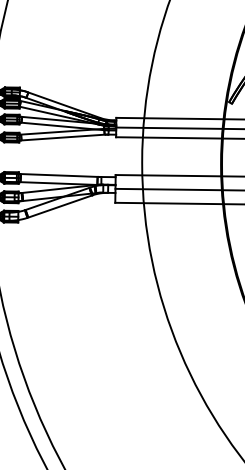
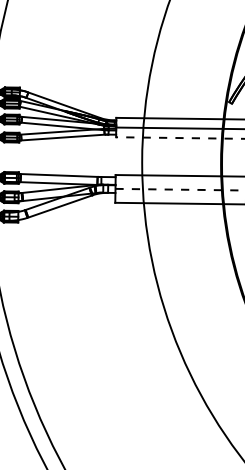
line at (180, 138): solid -> dashed
line at (180, 189): solid -> dashed
